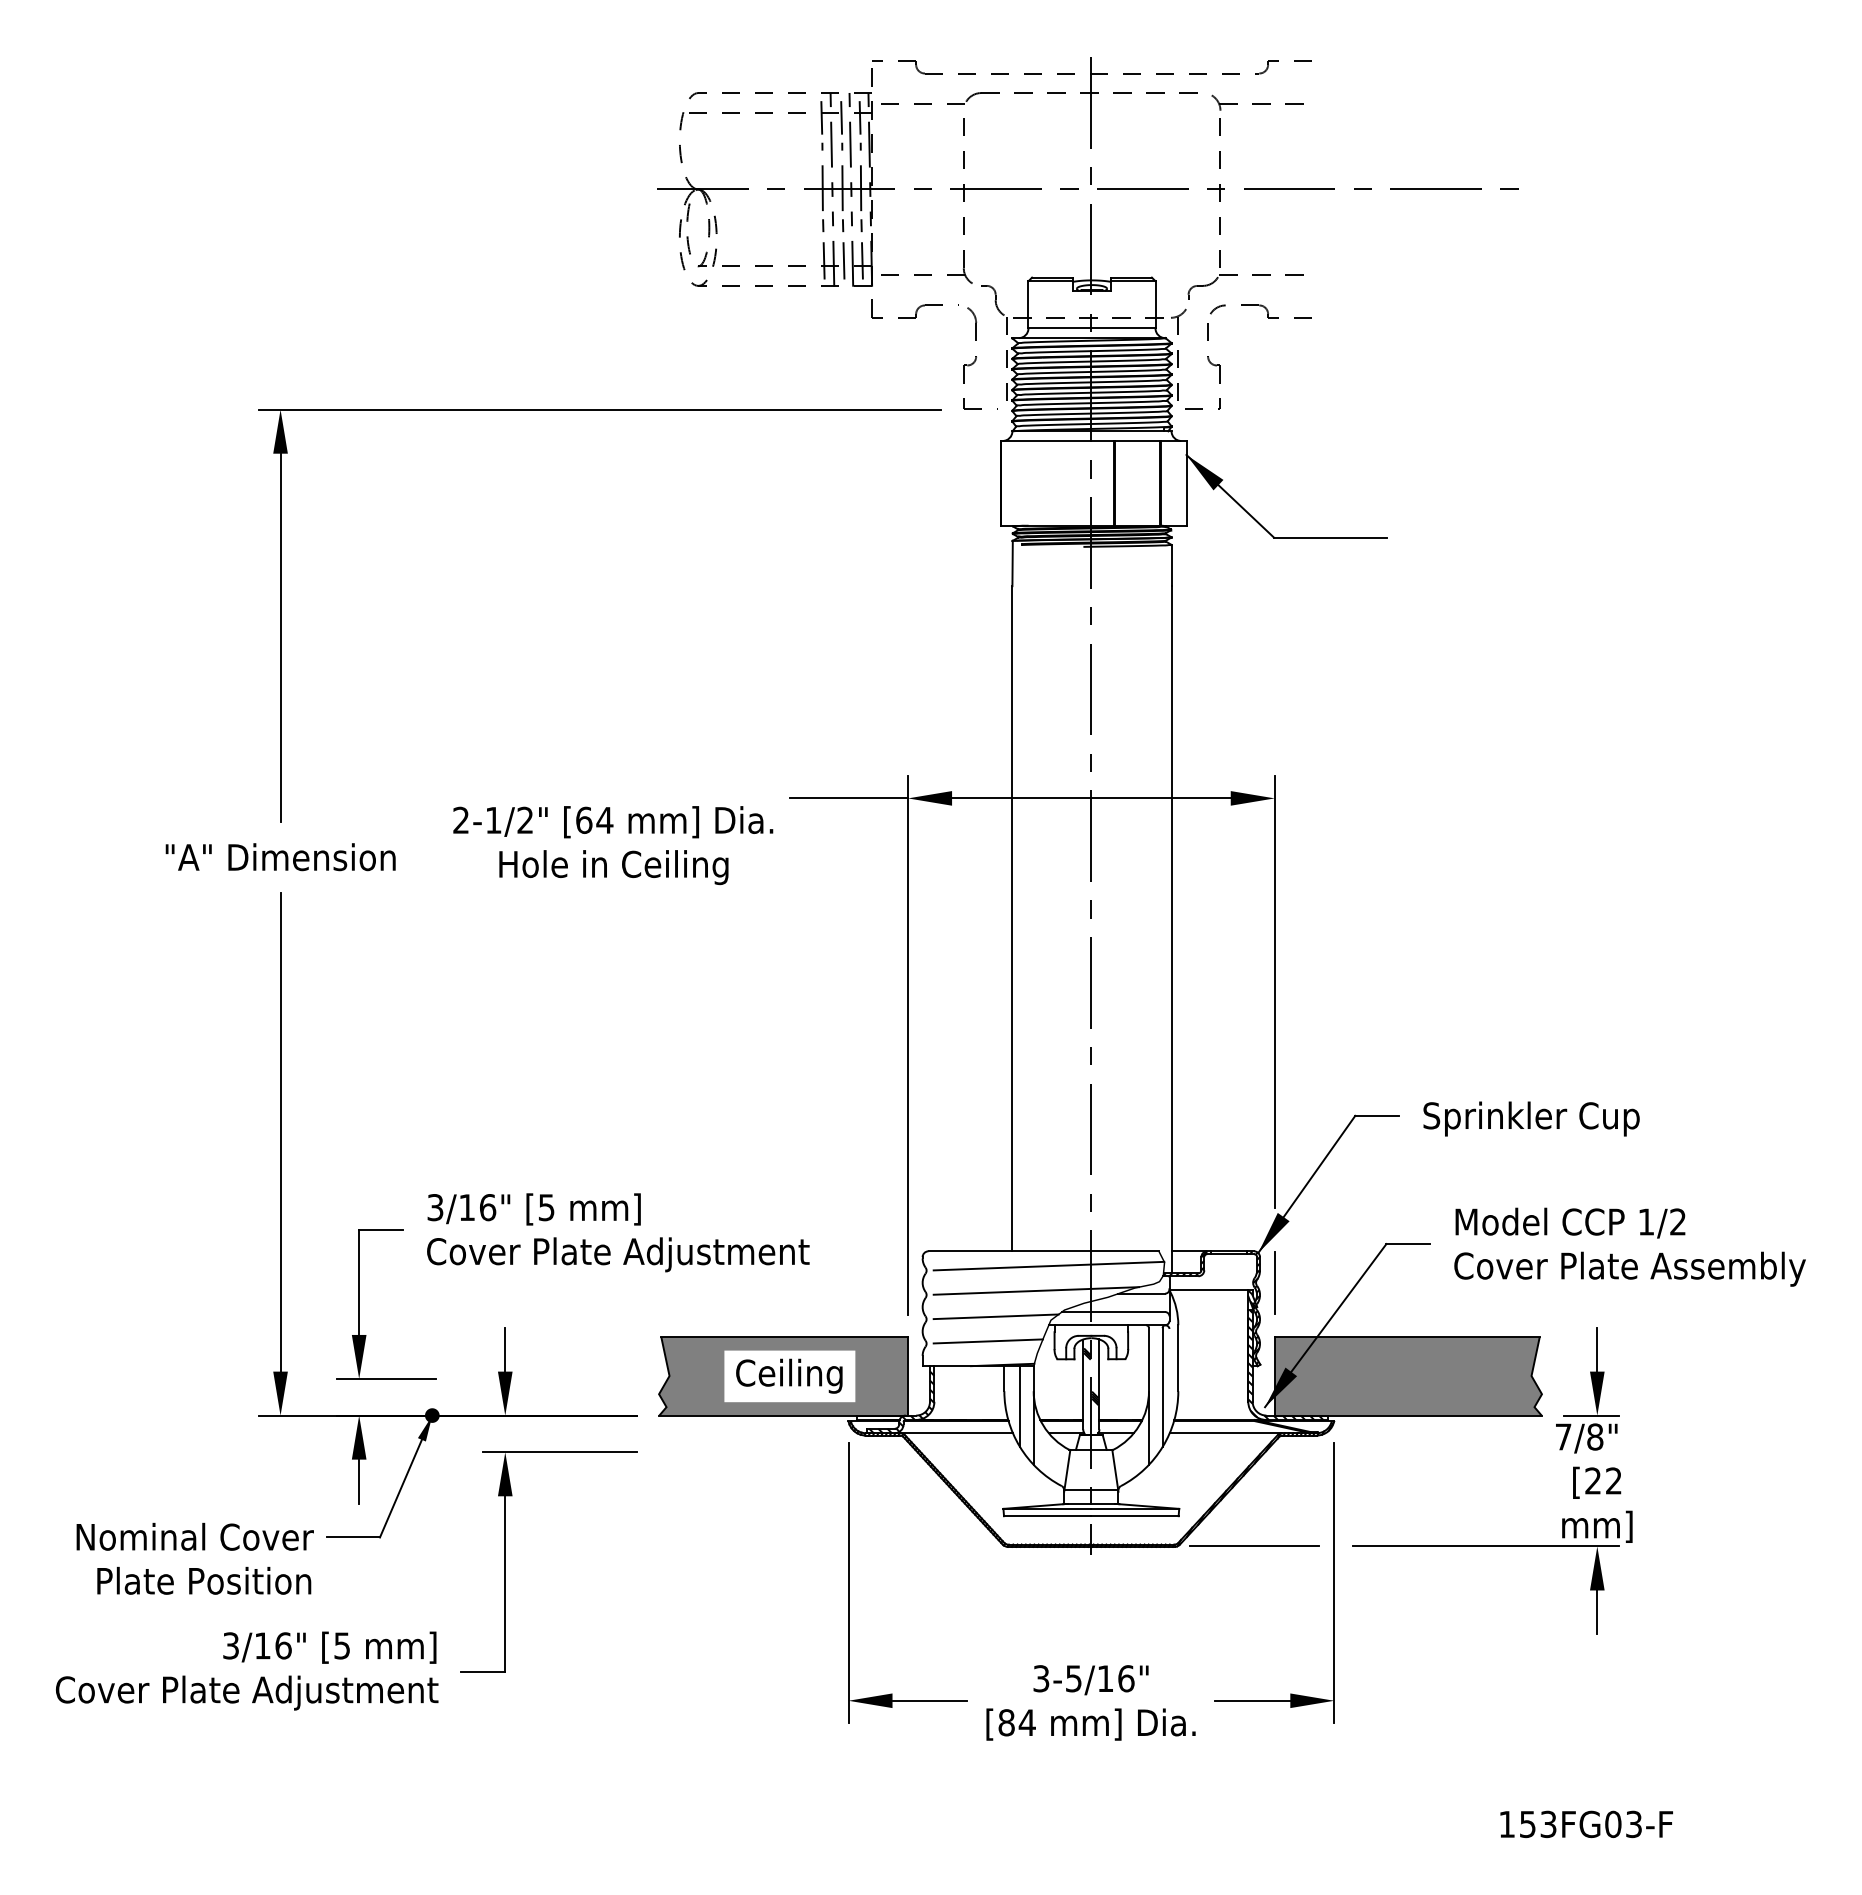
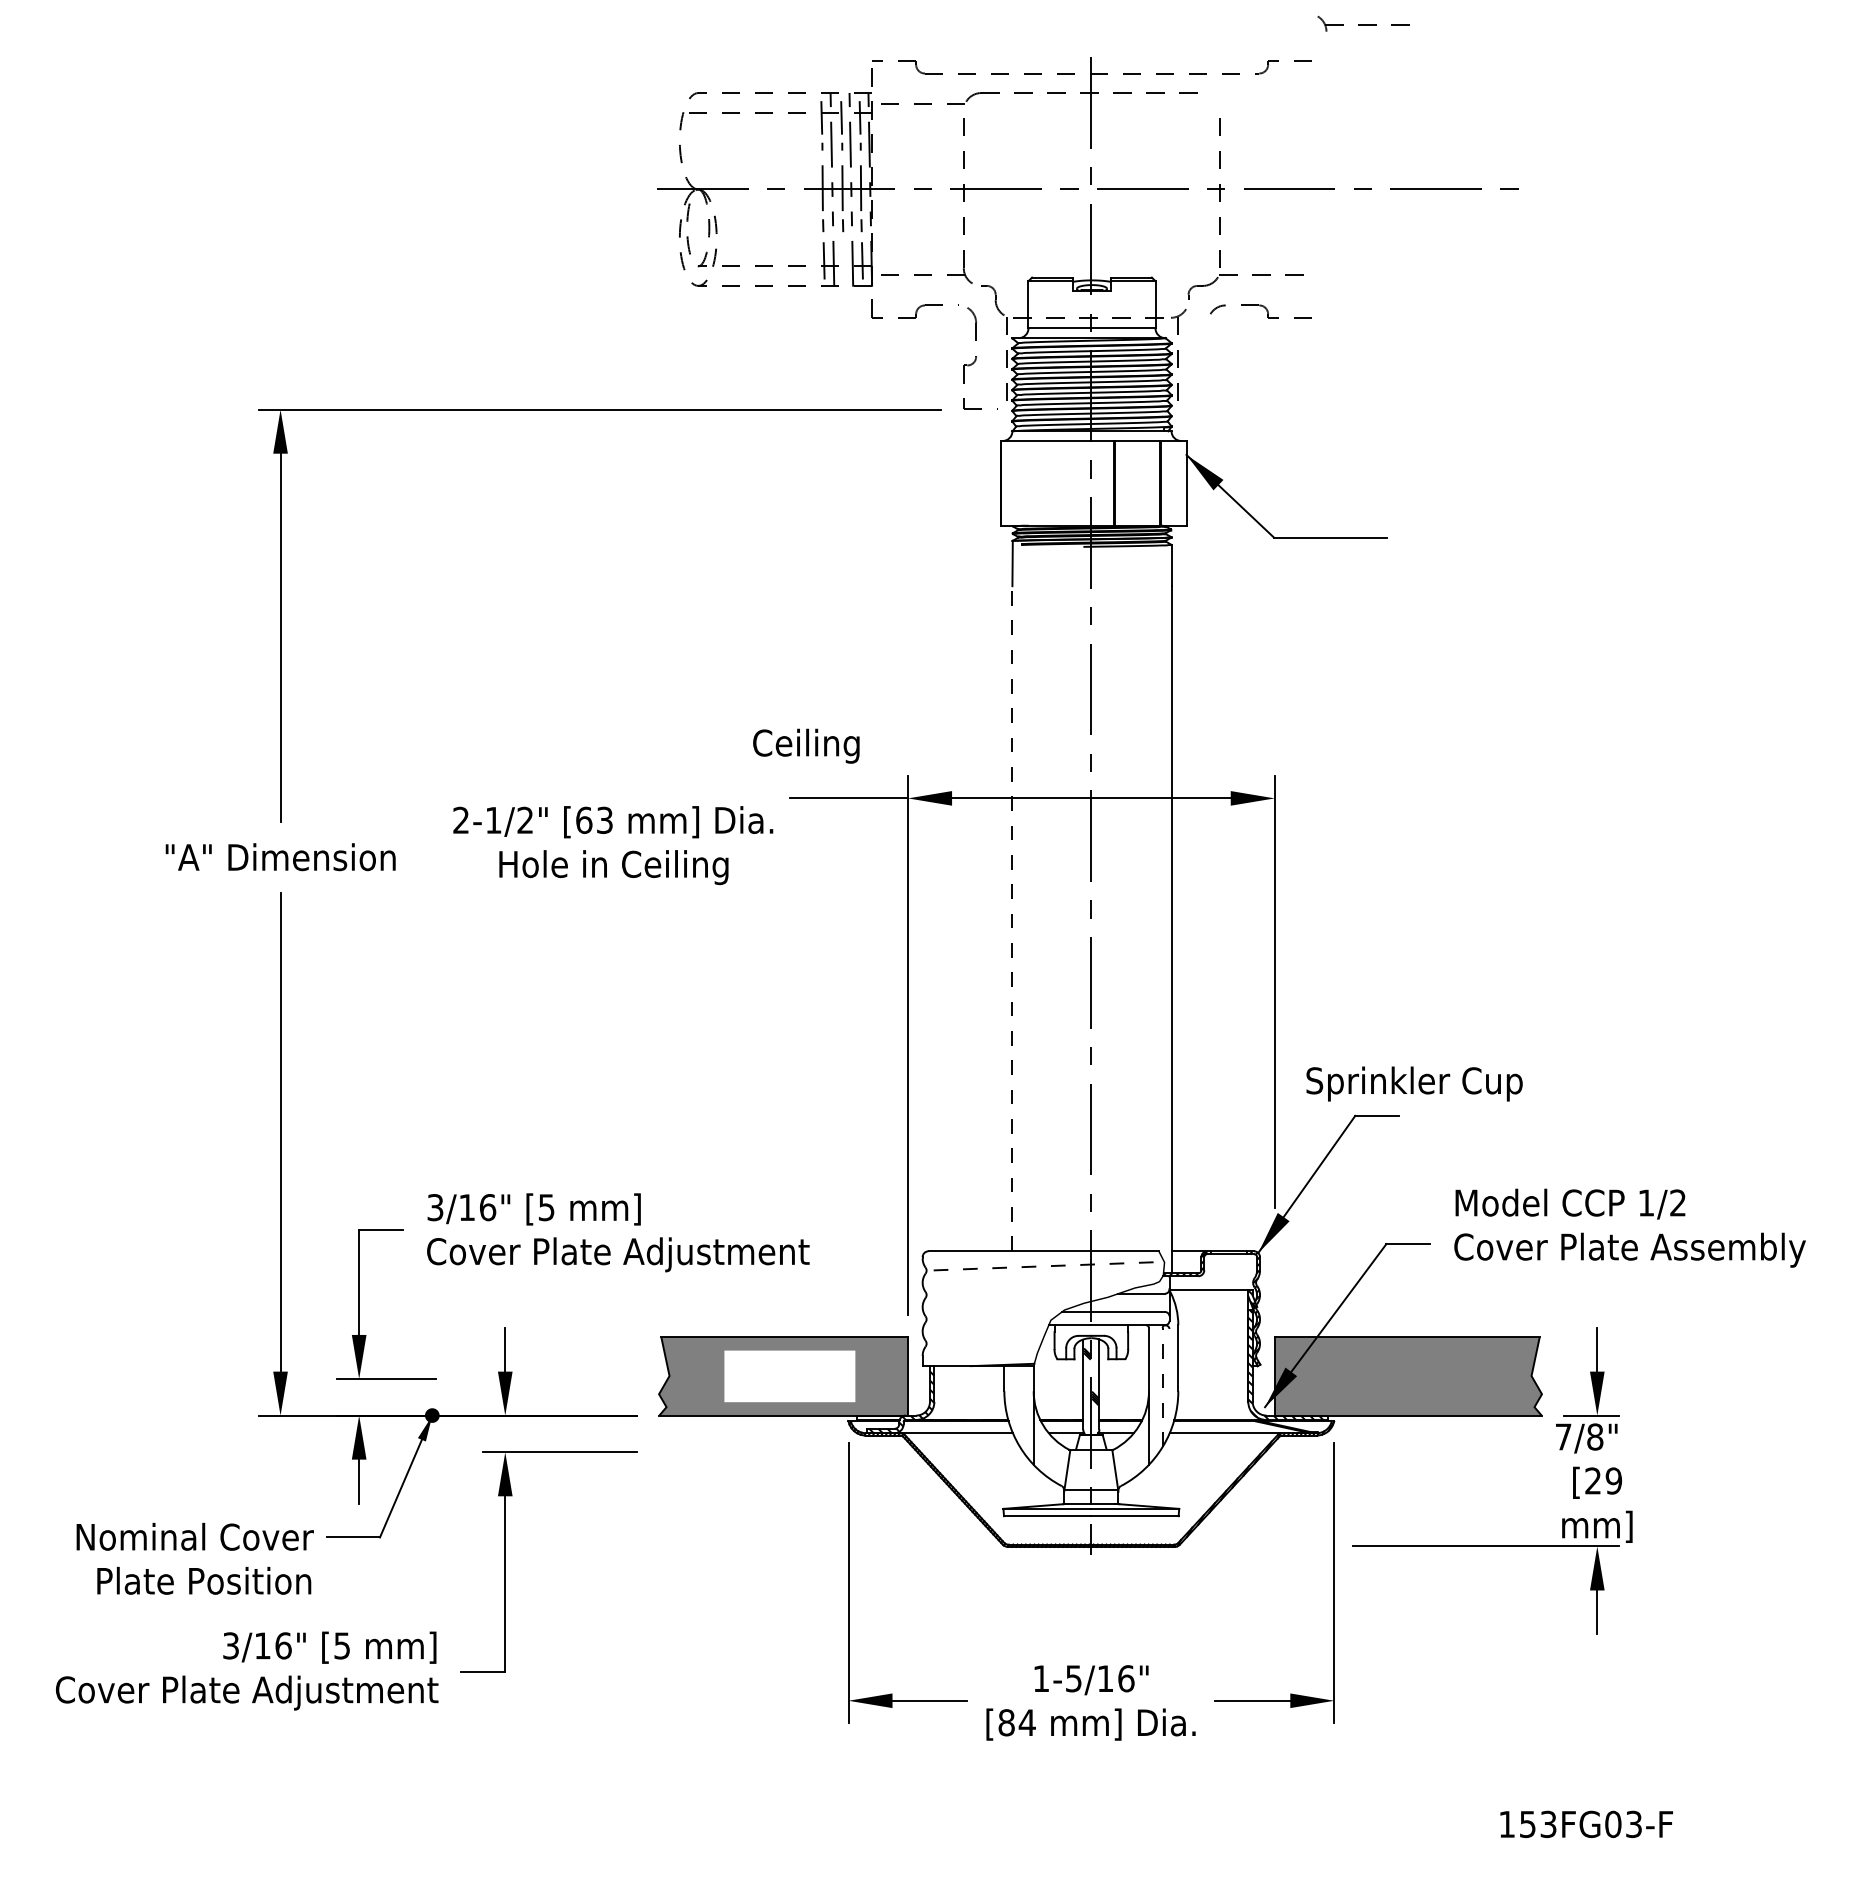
part at (1257, 102) position: (1257, 102) -> (1363, 23)
line at (843, 260): present -> none
part at (1209, 363): present -> none
text at (604, 819): [64 -> [63
line at (1012, 918): solid -> dashed
text at (1531, 1118) position: (1531, 1118) -> (1414, 1083)
text at (1629, 1246) position: (1629, 1246) -> (1629, 1227)
line at (1049, 1266): solid -> dashed
line at (1274, 1283): present -> none
line at (1036, 1290): present -> none
line at (995, 1316): present -> none
line at (987, 1341): present -> none
text at (789, 1375) position: (789, 1375) -> (806, 745)
line at (1162, 1387): solid -> dashed
line at (1020, 1406): present -> none
text at (1613, 1480): [22 -> [29
line at (1253, 1546): present -> none
text at (1041, 1678): 3-5/16" -> 1-5/16"
